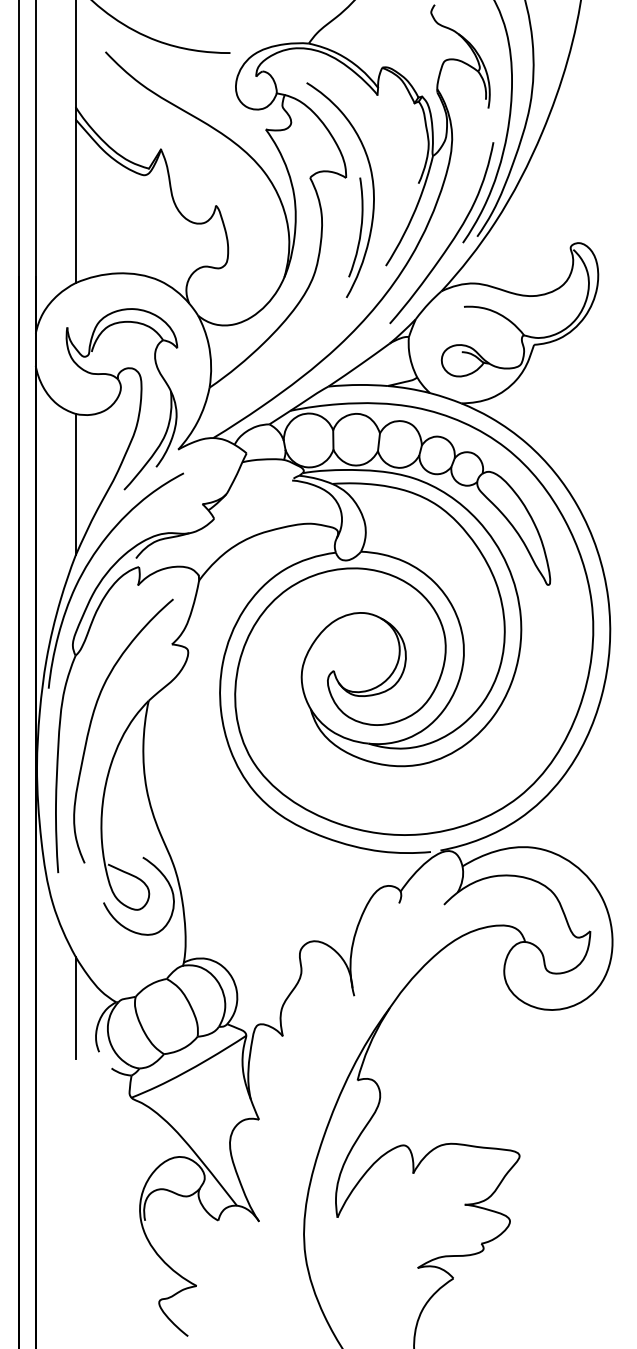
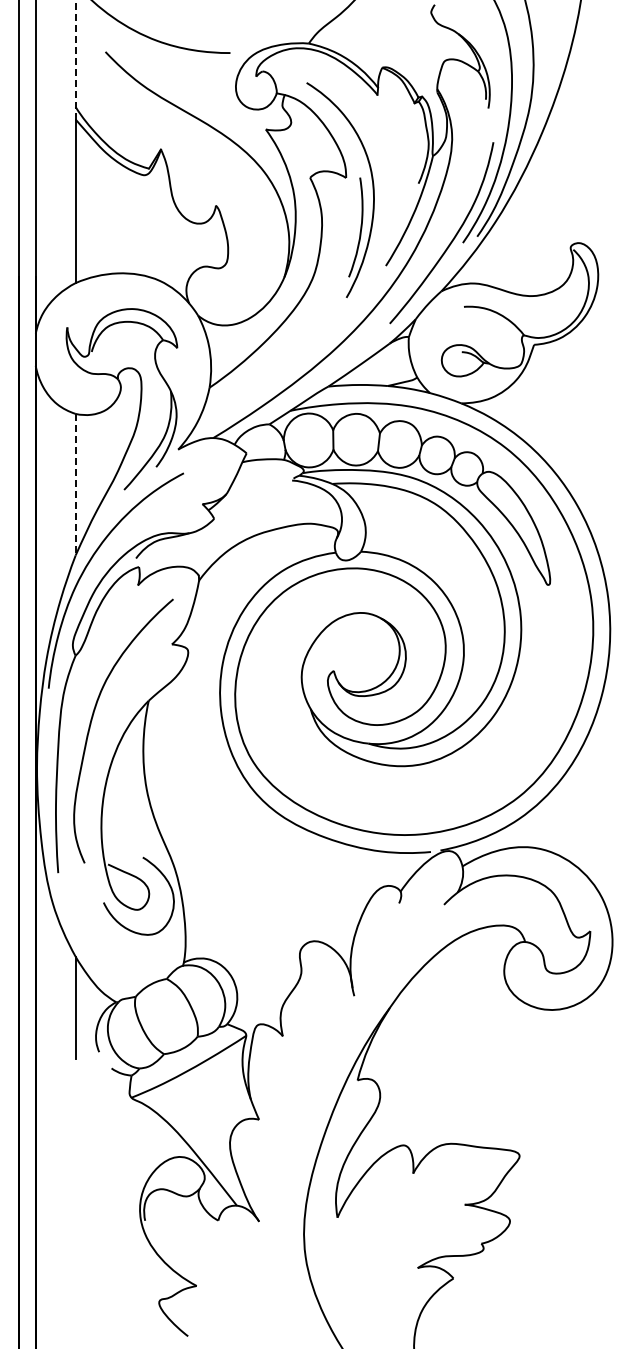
line at (75, 59): solid -> dashed
line at (75, 484): solid -> dashed
